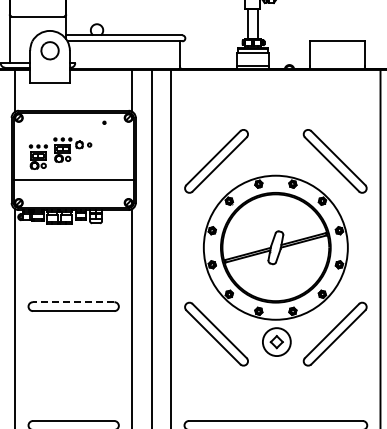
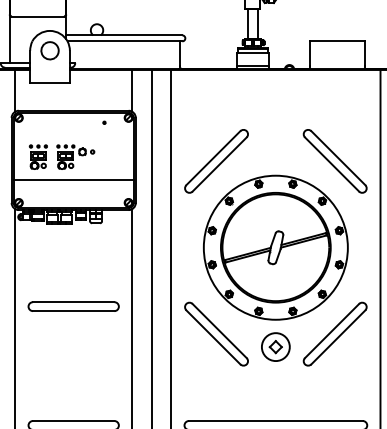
part at (72, 149) position: (72, 149) -> (75, 156)
line at (73, 302): dashed -> solid
part at (276, 341) position: (276, 341) -> (275, 346)
